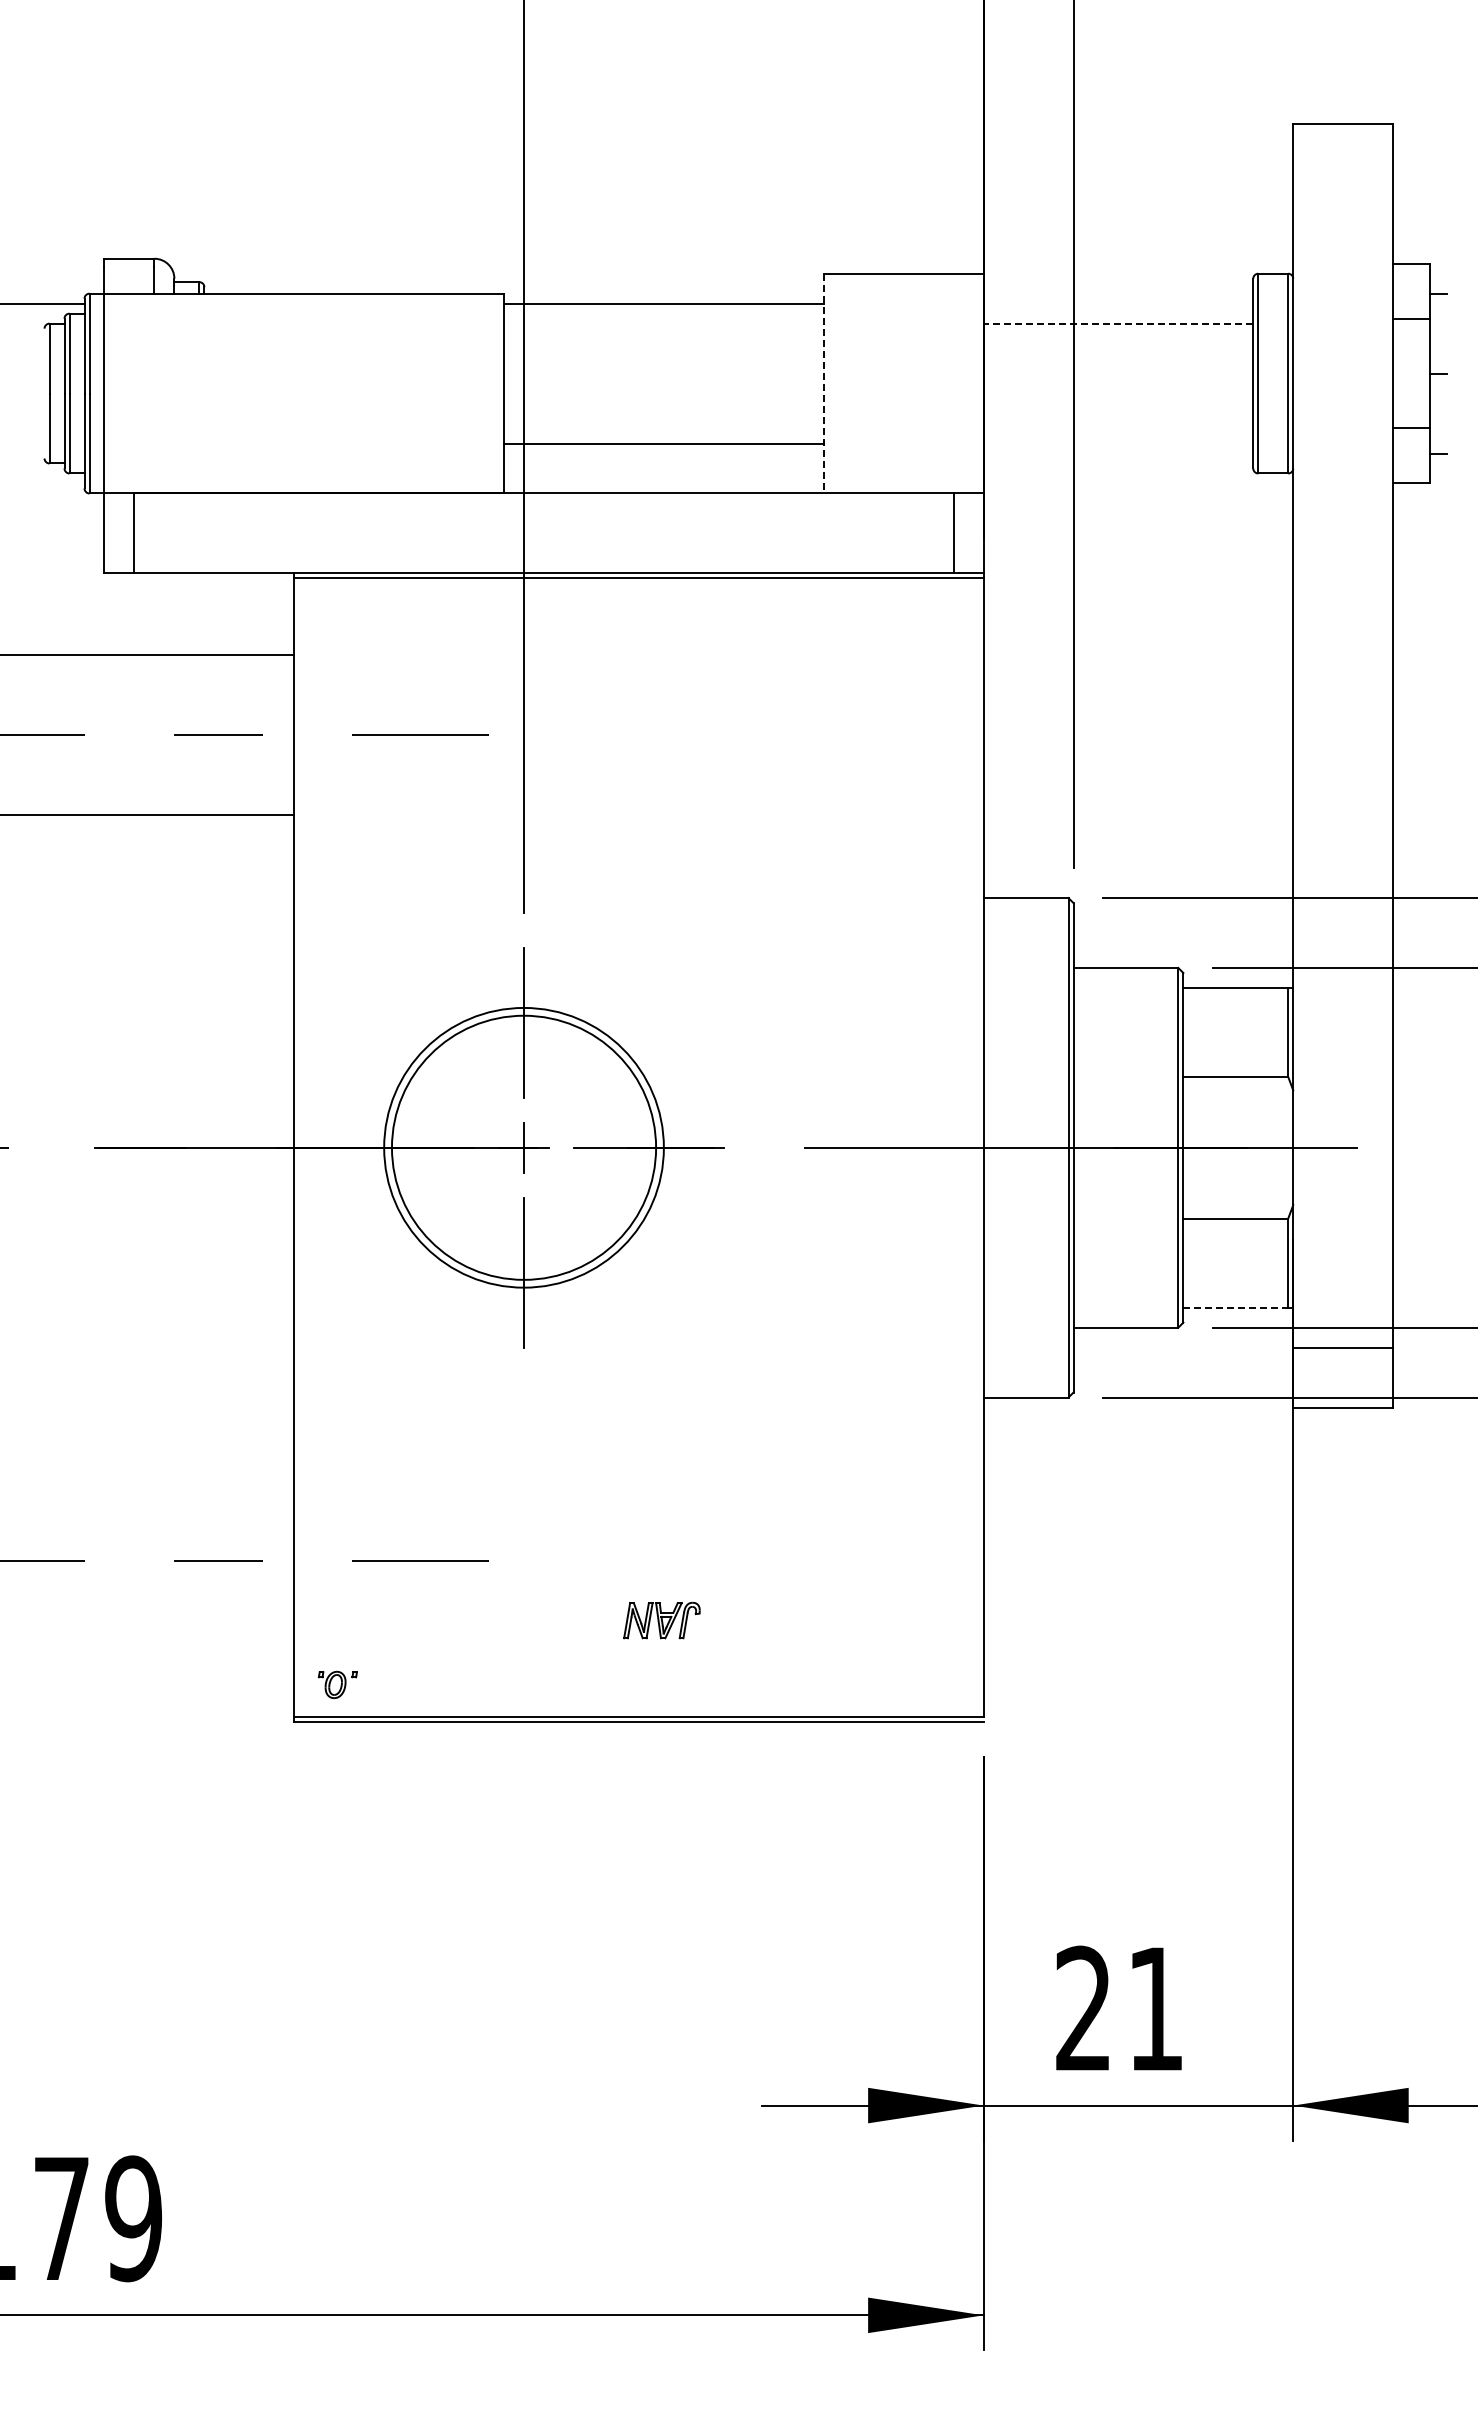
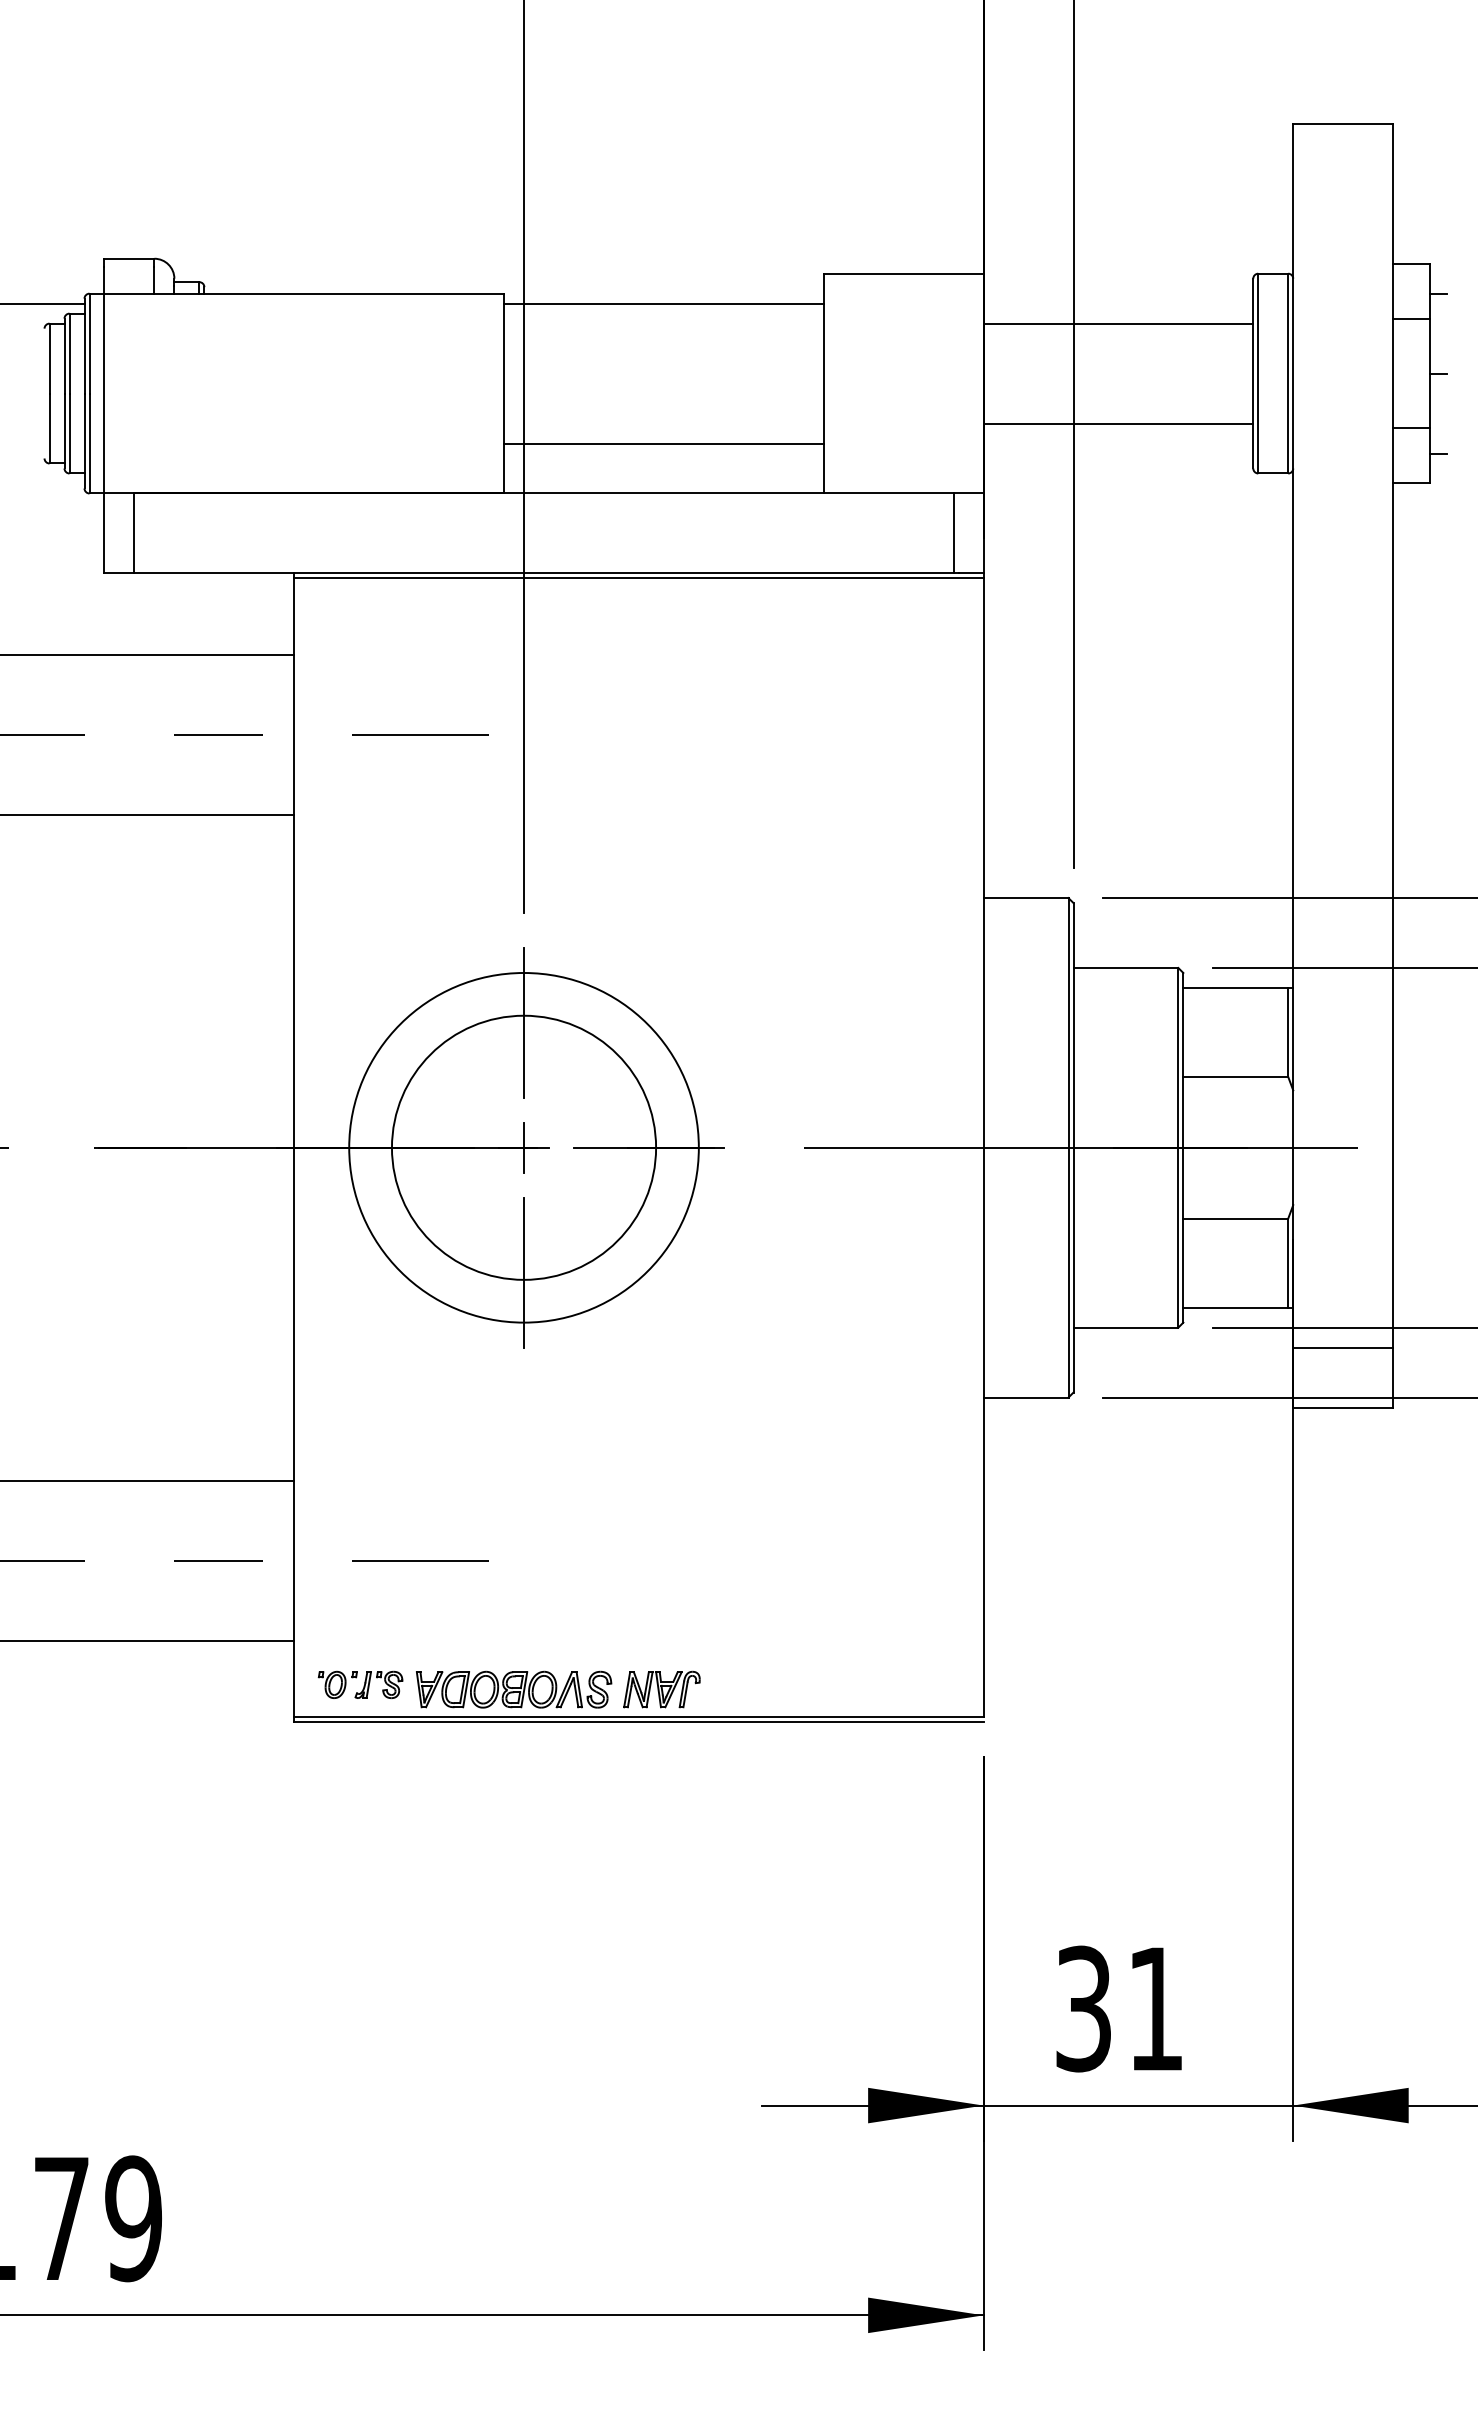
line at (1118, 323): dashed -> solid
line at (823, 383): dashed -> solid
line at (1118, 423): none -> present
circle at (523, 1147) diameter: 280 px -> 350 px
line at (1236, 1307): dashed -> solid
line at (148, 1480): none -> present
part at (661, 1620) position: (661, 1620) -> (661, 1689)
line at (148, 1640): none -> present
part at (377, 1678): none -> present
part at (514, 1689): none -> present
text at (1083, 2008): 21 -> 31
